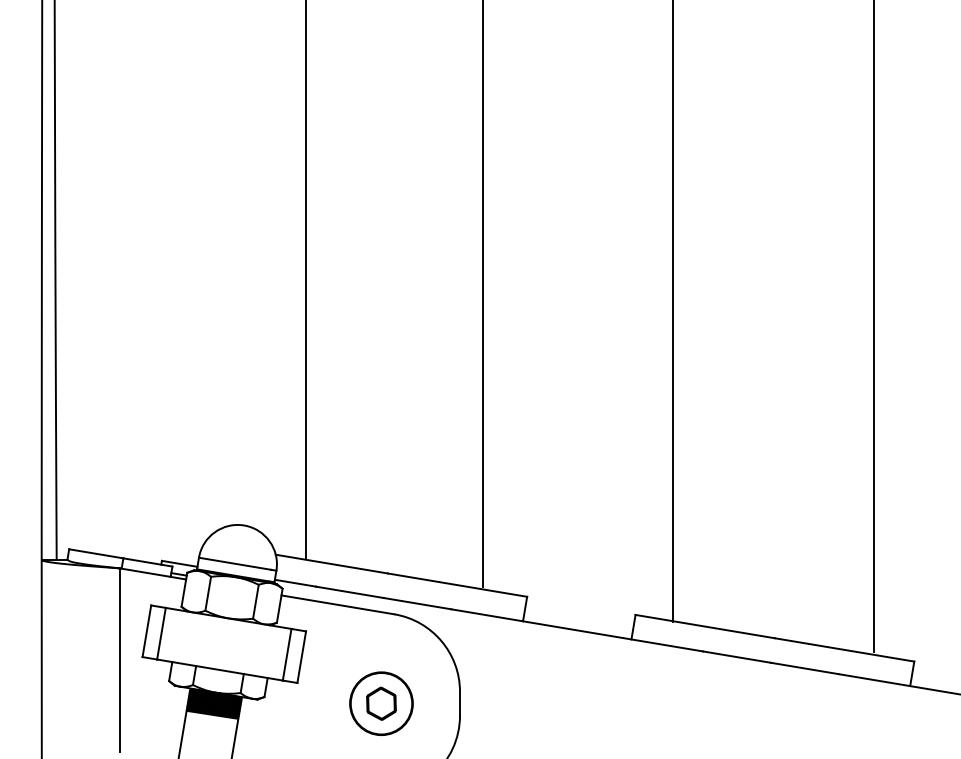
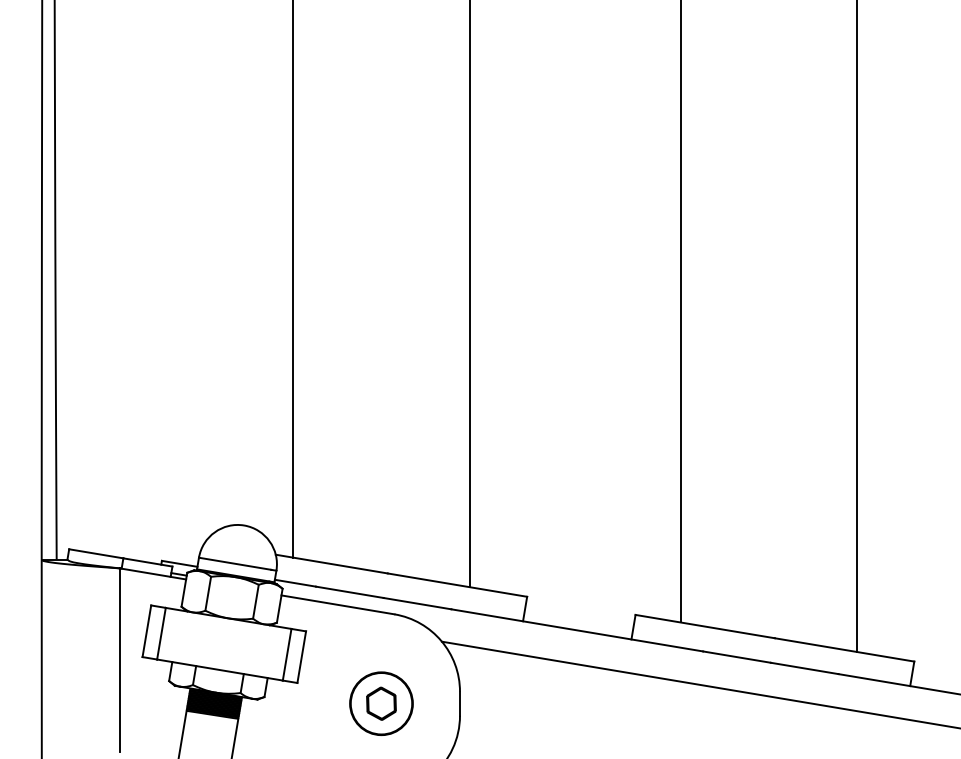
line at (306, 279) position: (306, 279) -> (293, 279)
line at (482, 294) position: (482, 294) -> (469, 294)
line at (672, 312) position: (672, 312) -> (680, 312)
line at (873, 326) position: (873, 326) -> (856, 326)
line at (699, 684): none -> present
